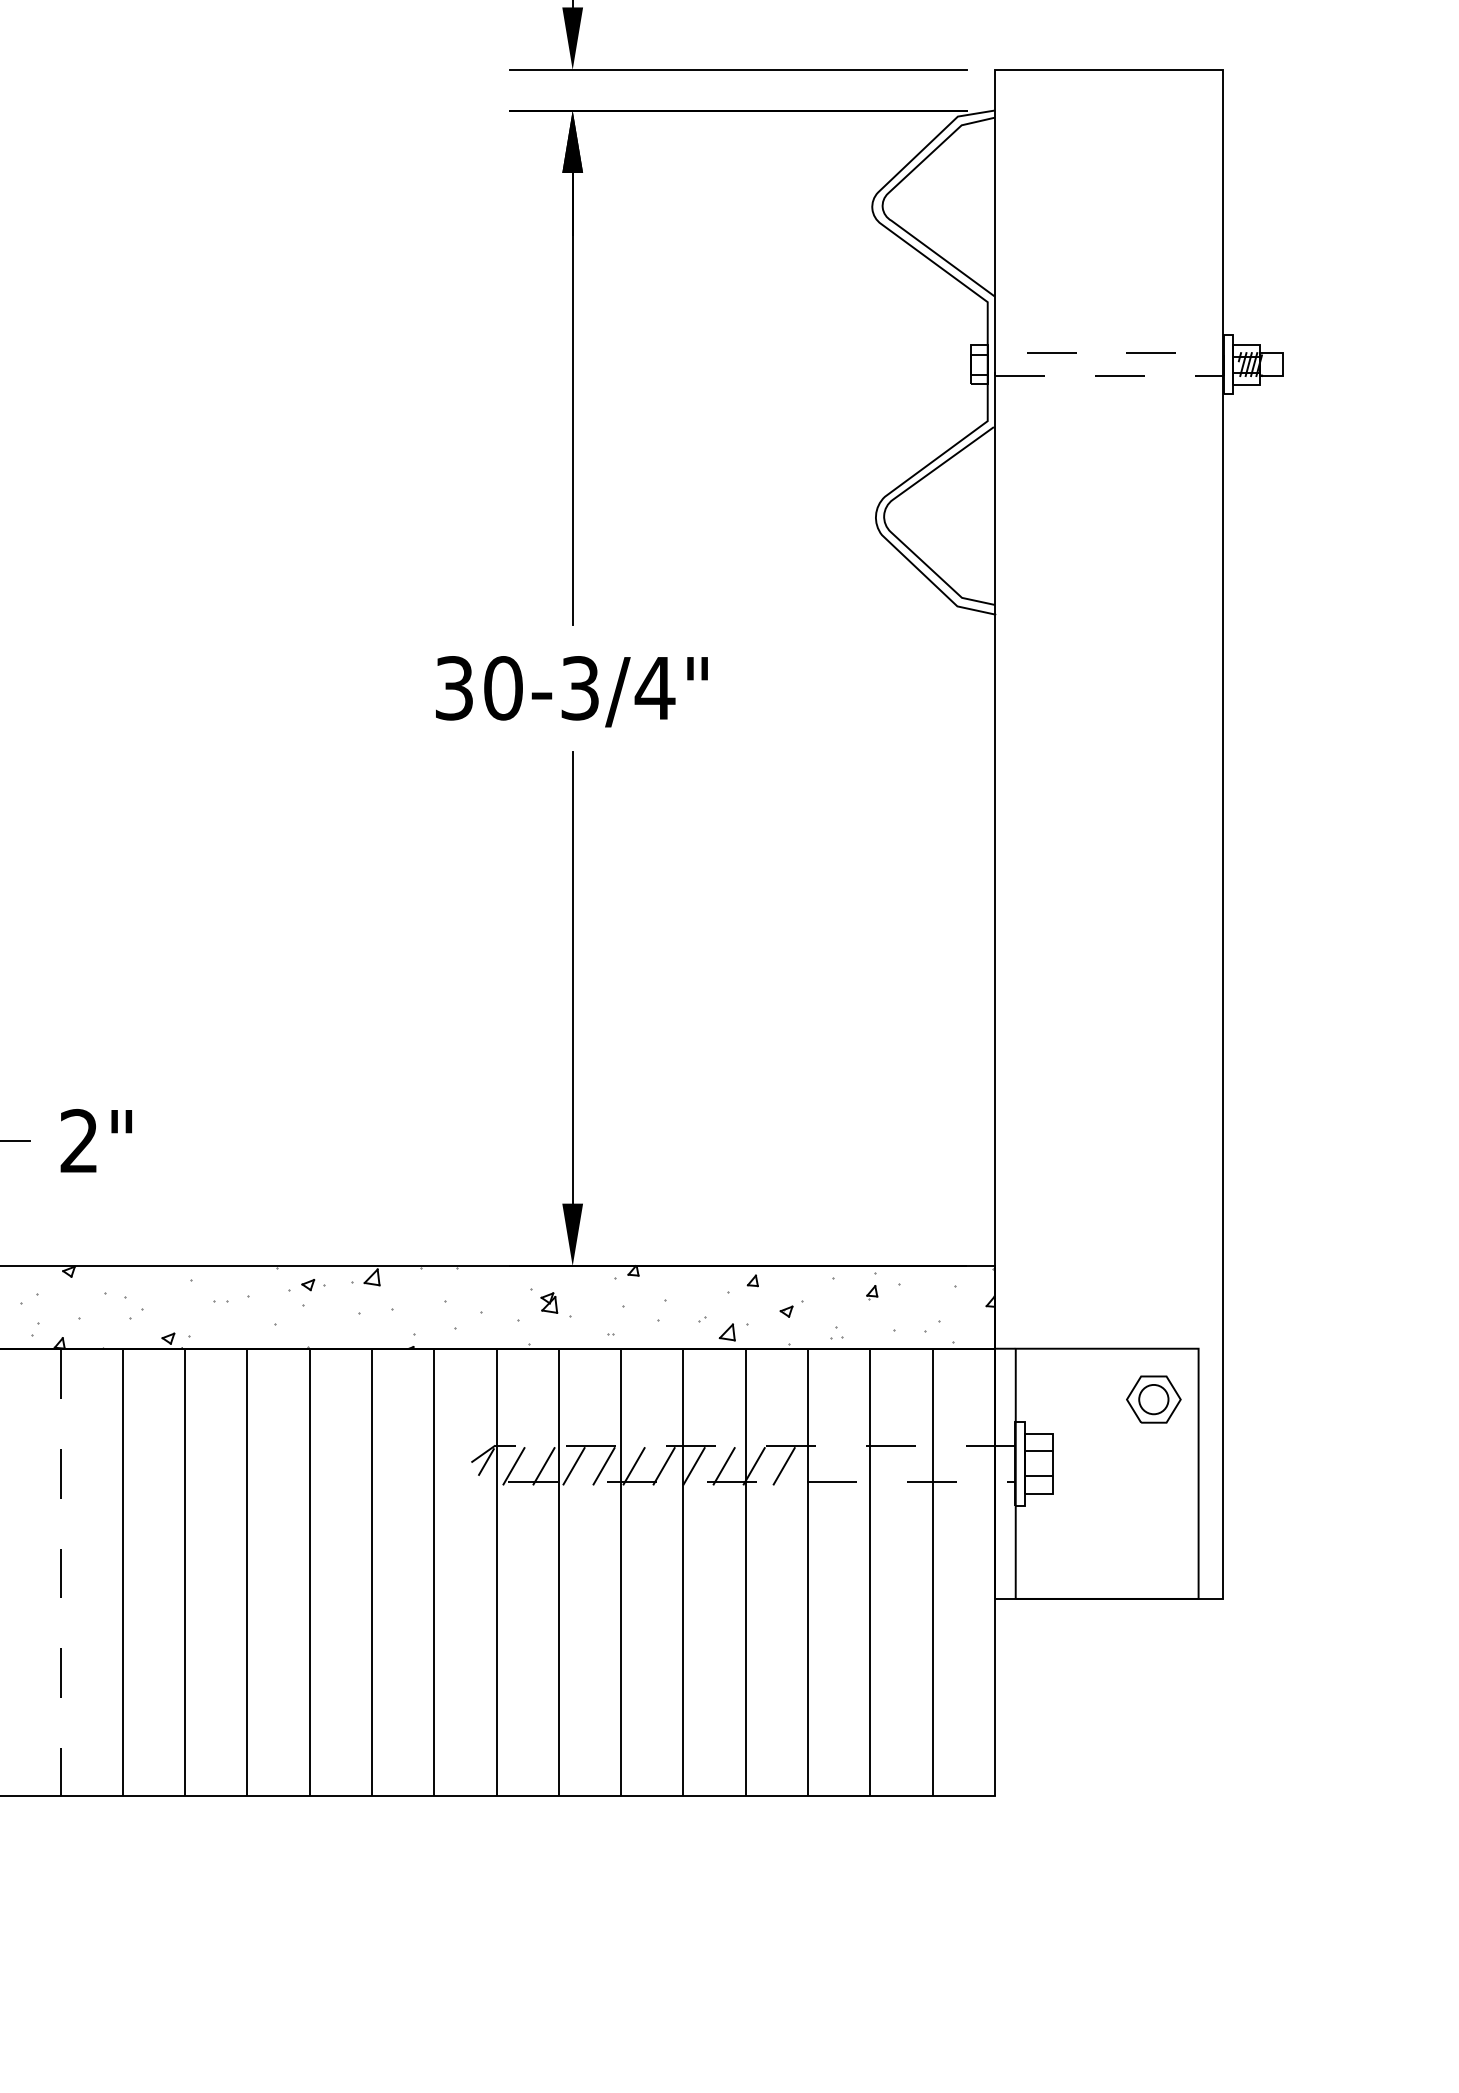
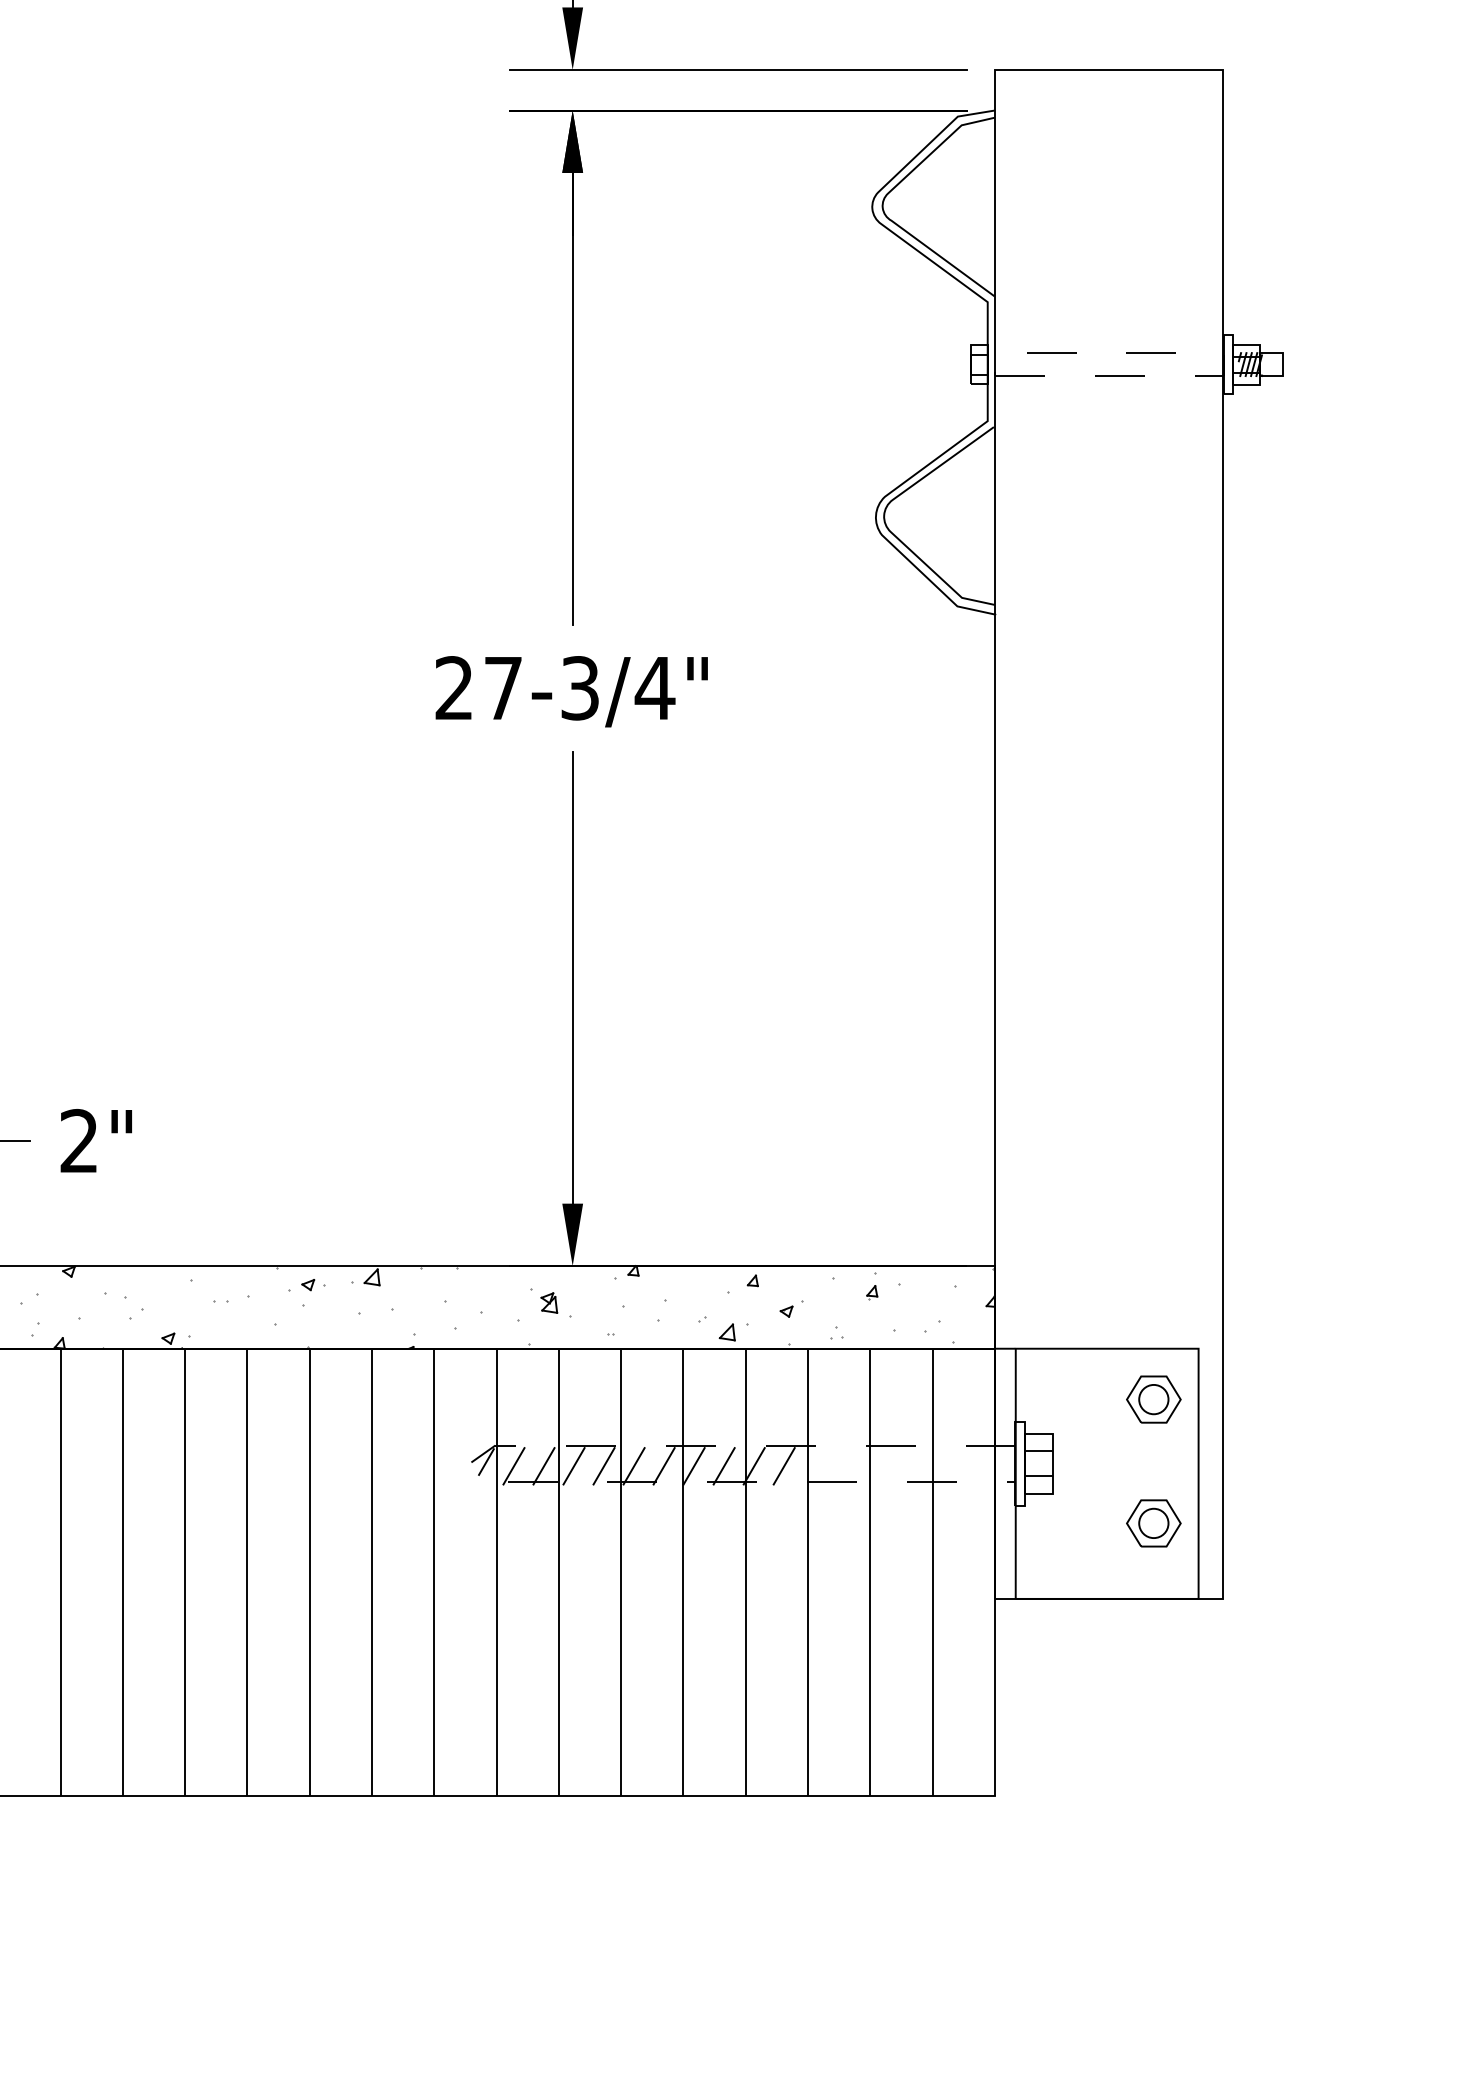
text at (478, 688): 30-3/4" -> 27-3/4"
part at (1153, 1523): none -> present
line at (60, 1572): dashed -> solid
